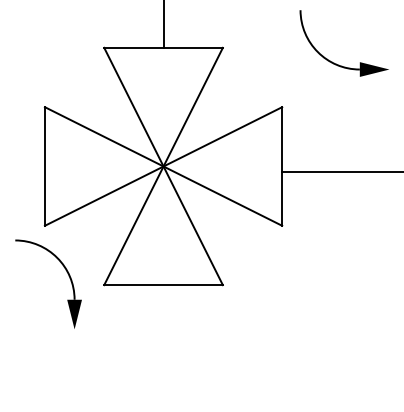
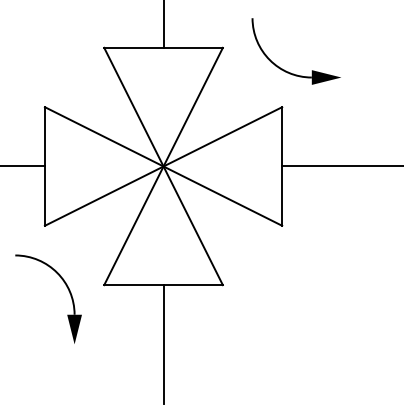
part at (334, 62) position: (334, 62) -> (286, 70)
line at (23, 166): none -> present
line at (341, 172) position: (341, 172) -> (341, 166)
part at (66, 272) position: (66, 272) -> (66, 287)
line at (163, 344): none -> present
